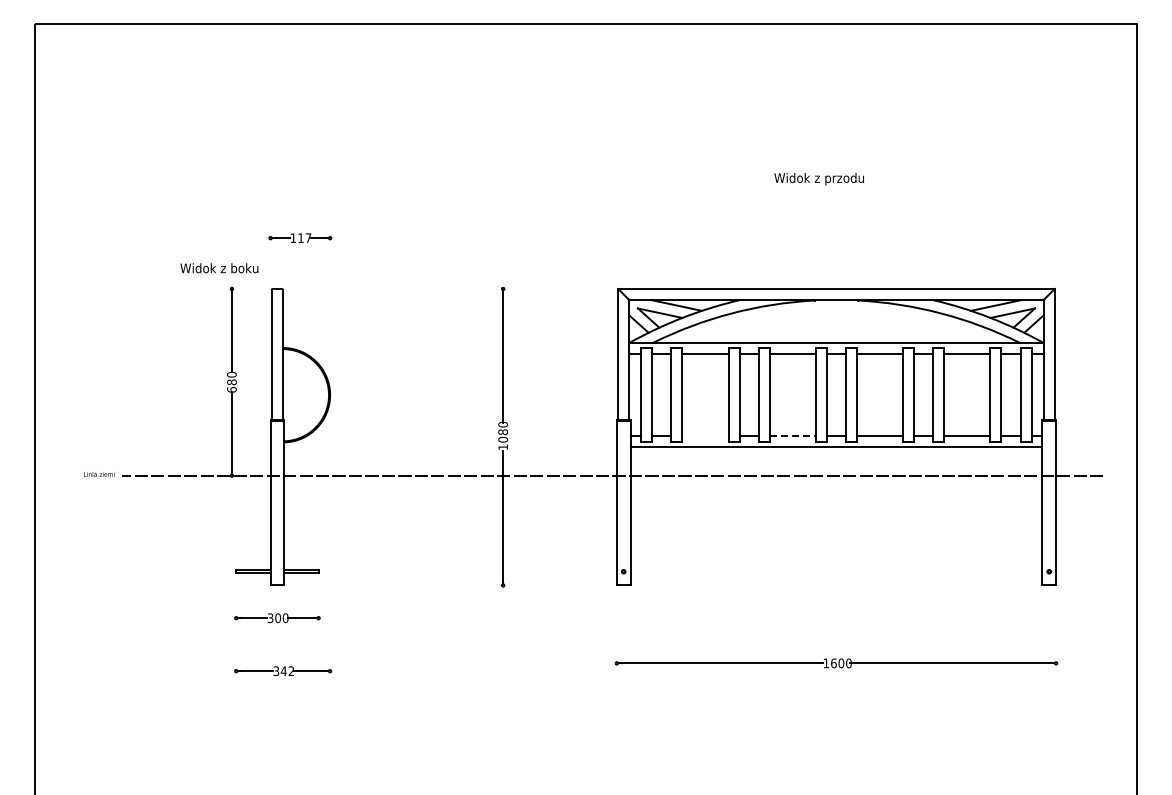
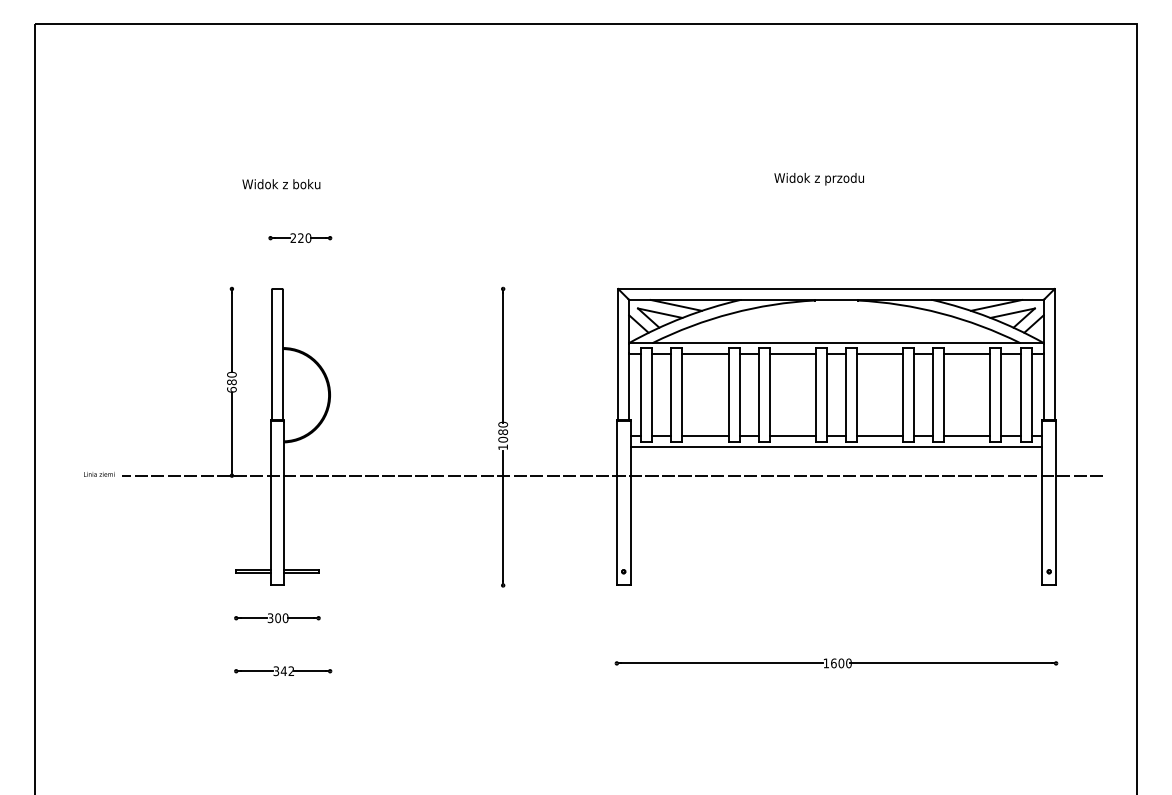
text at (300, 238): 117 -> 220
text at (219, 268) position: (219, 268) -> (281, 184)
line at (705, 436): none -> present
line at (793, 436): dashed -> solid
